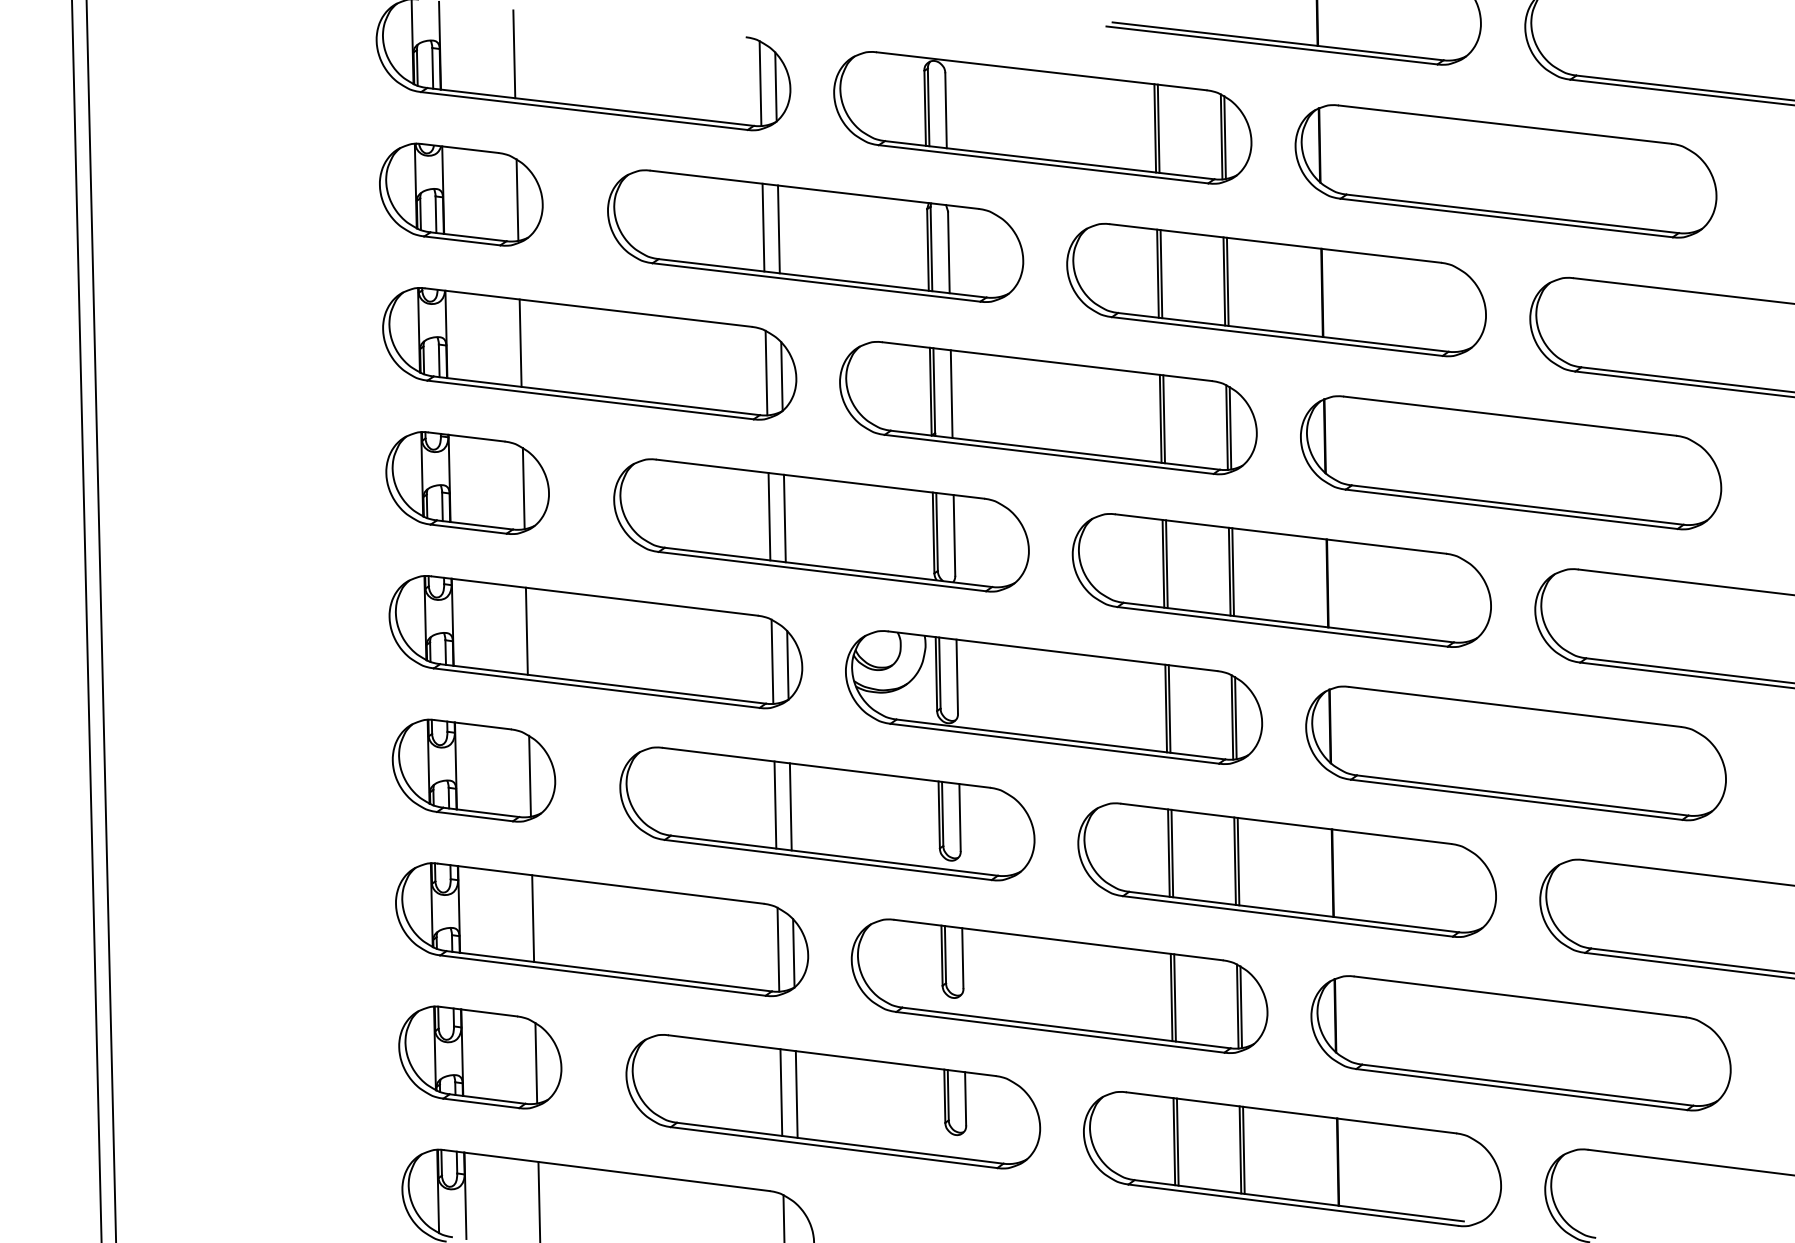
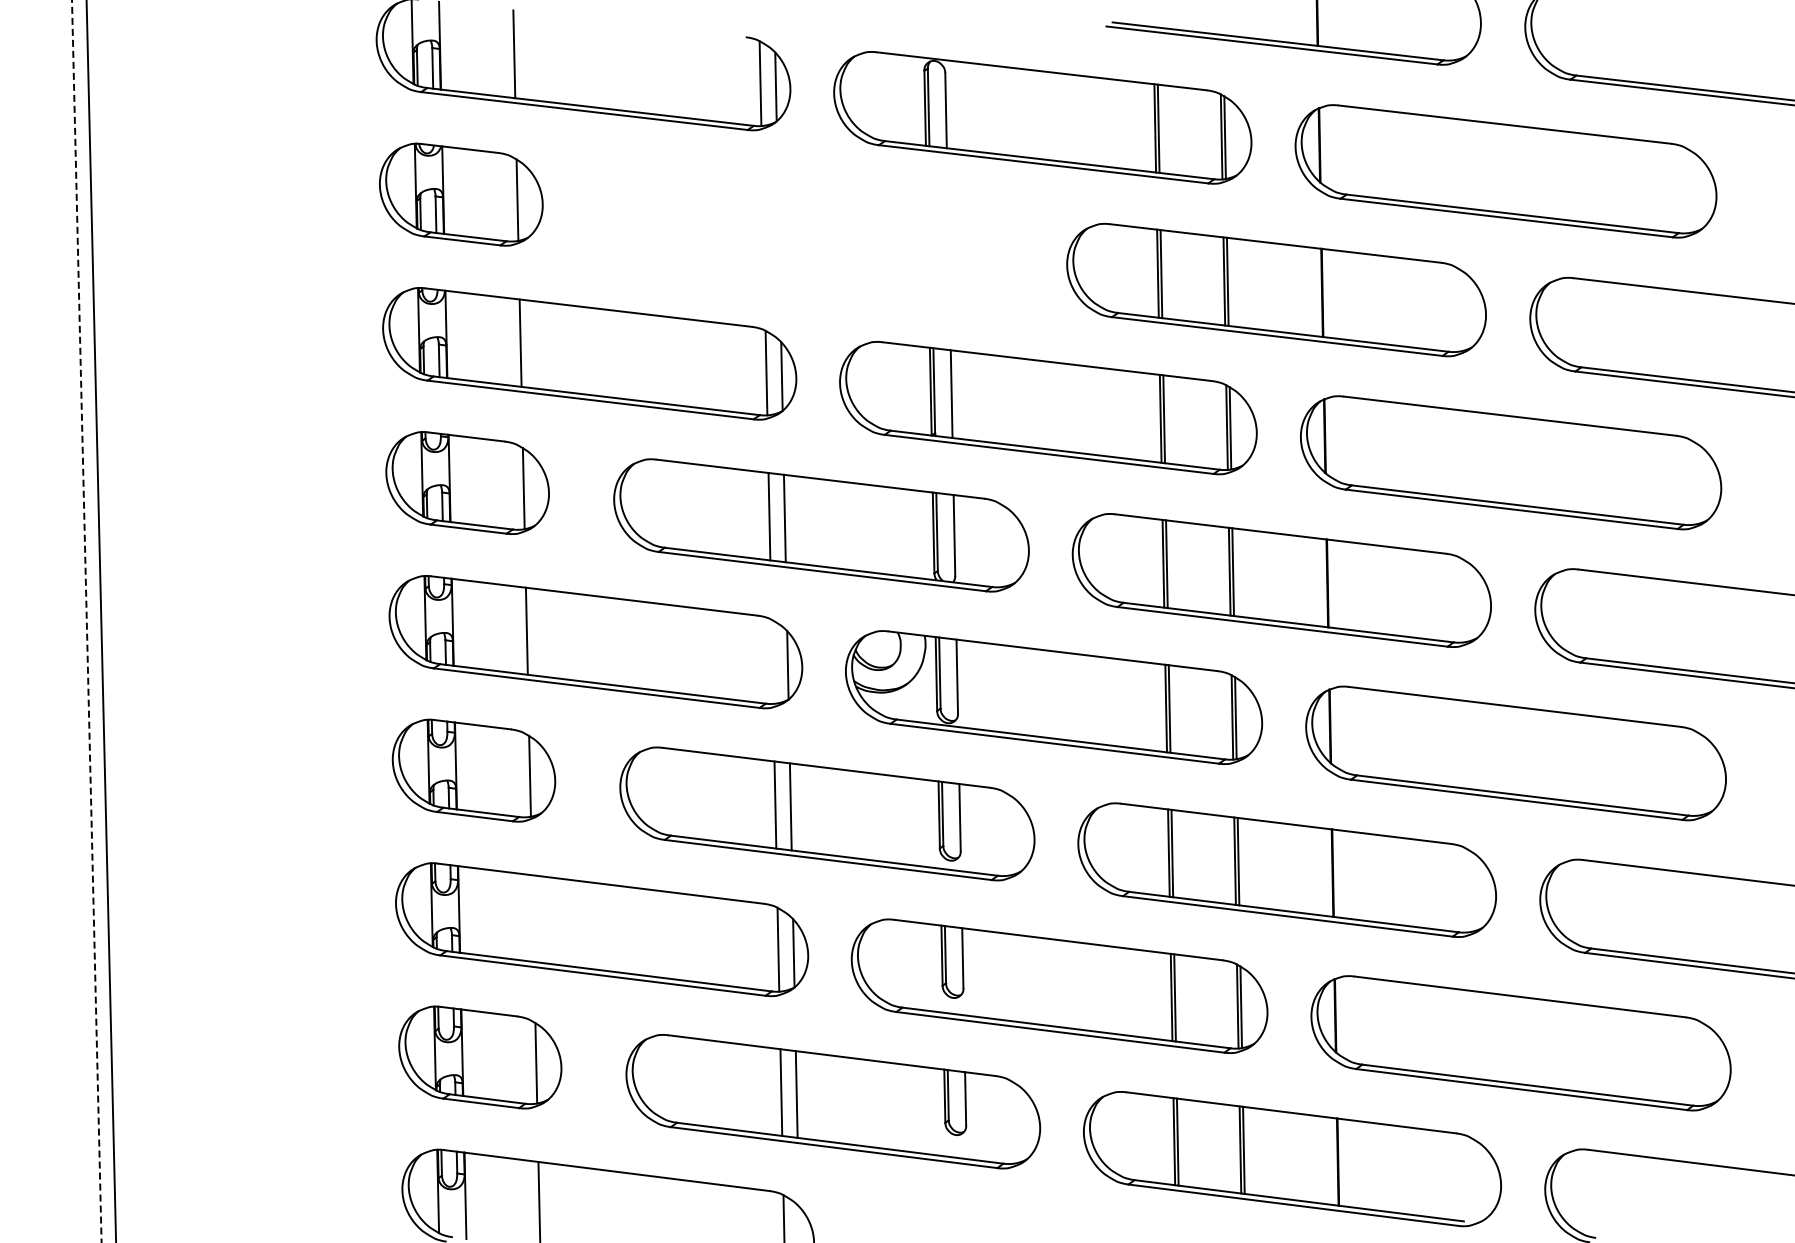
part at (815, 235): present -> none
line at (86, 621): solid -> dashed
line at (772, 661): present -> none
line at (533, 918): present -> none
